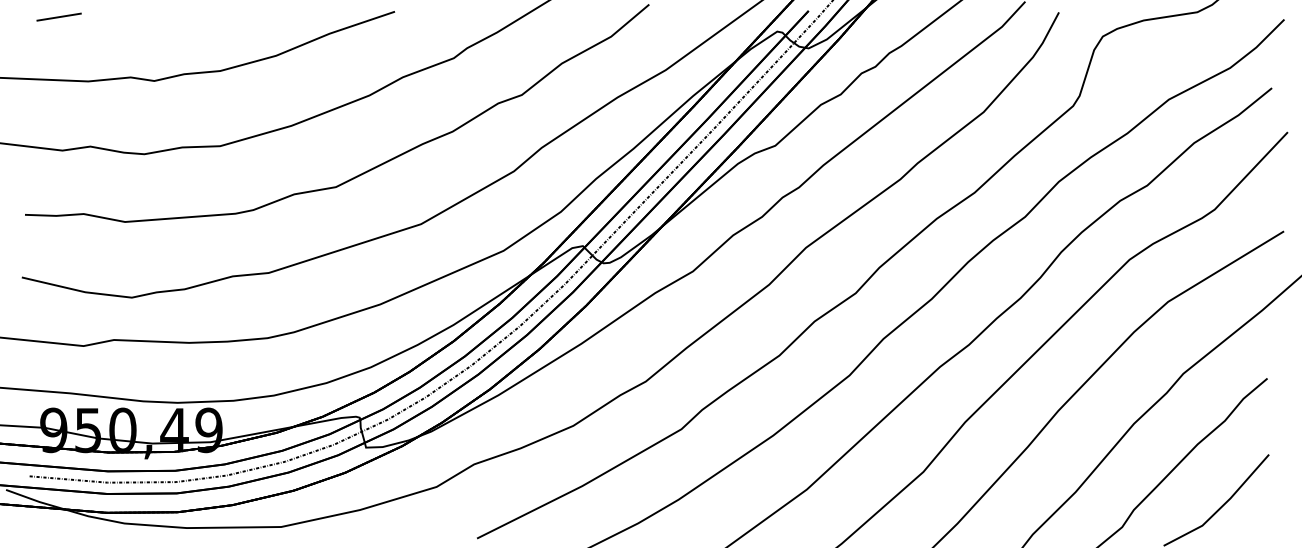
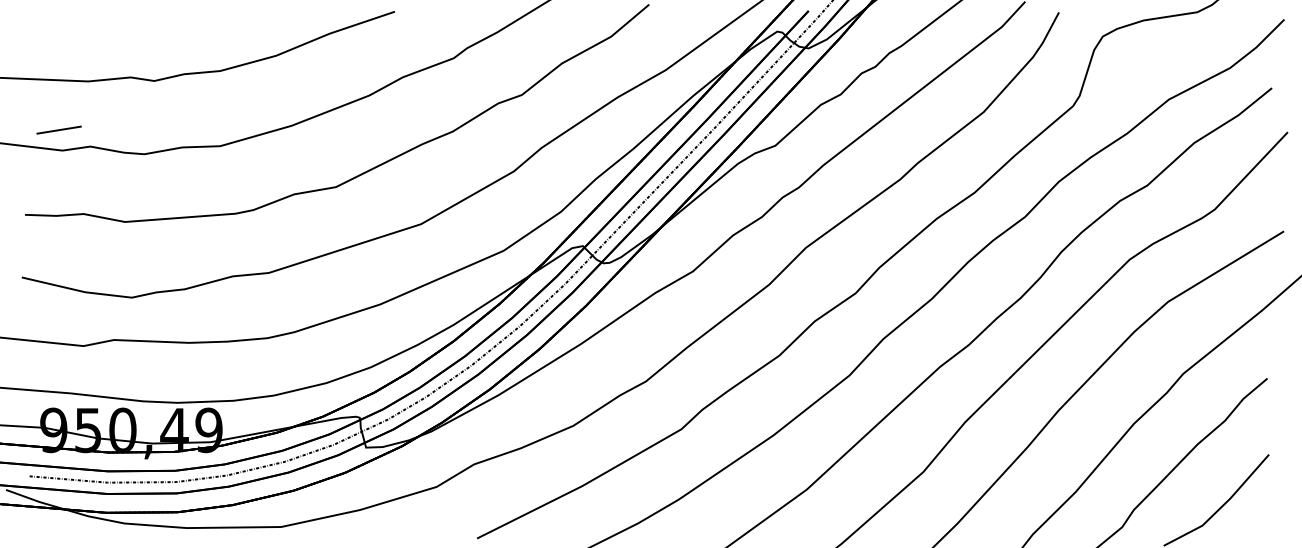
line at (58, 16) position: (58, 16) -> (58, 129)
